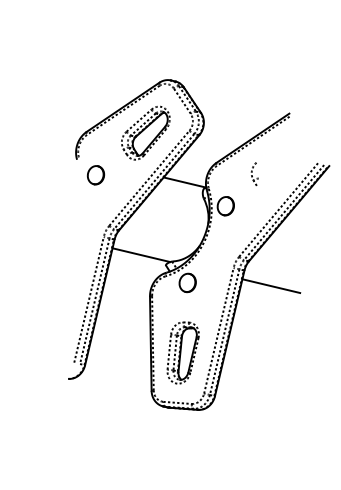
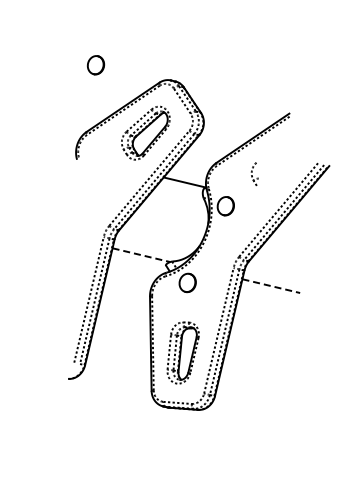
part at (96, 175) position: (96, 175) -> (96, 65)
line at (141, 255): solid -> dashed
line at (271, 286): solid -> dashed
